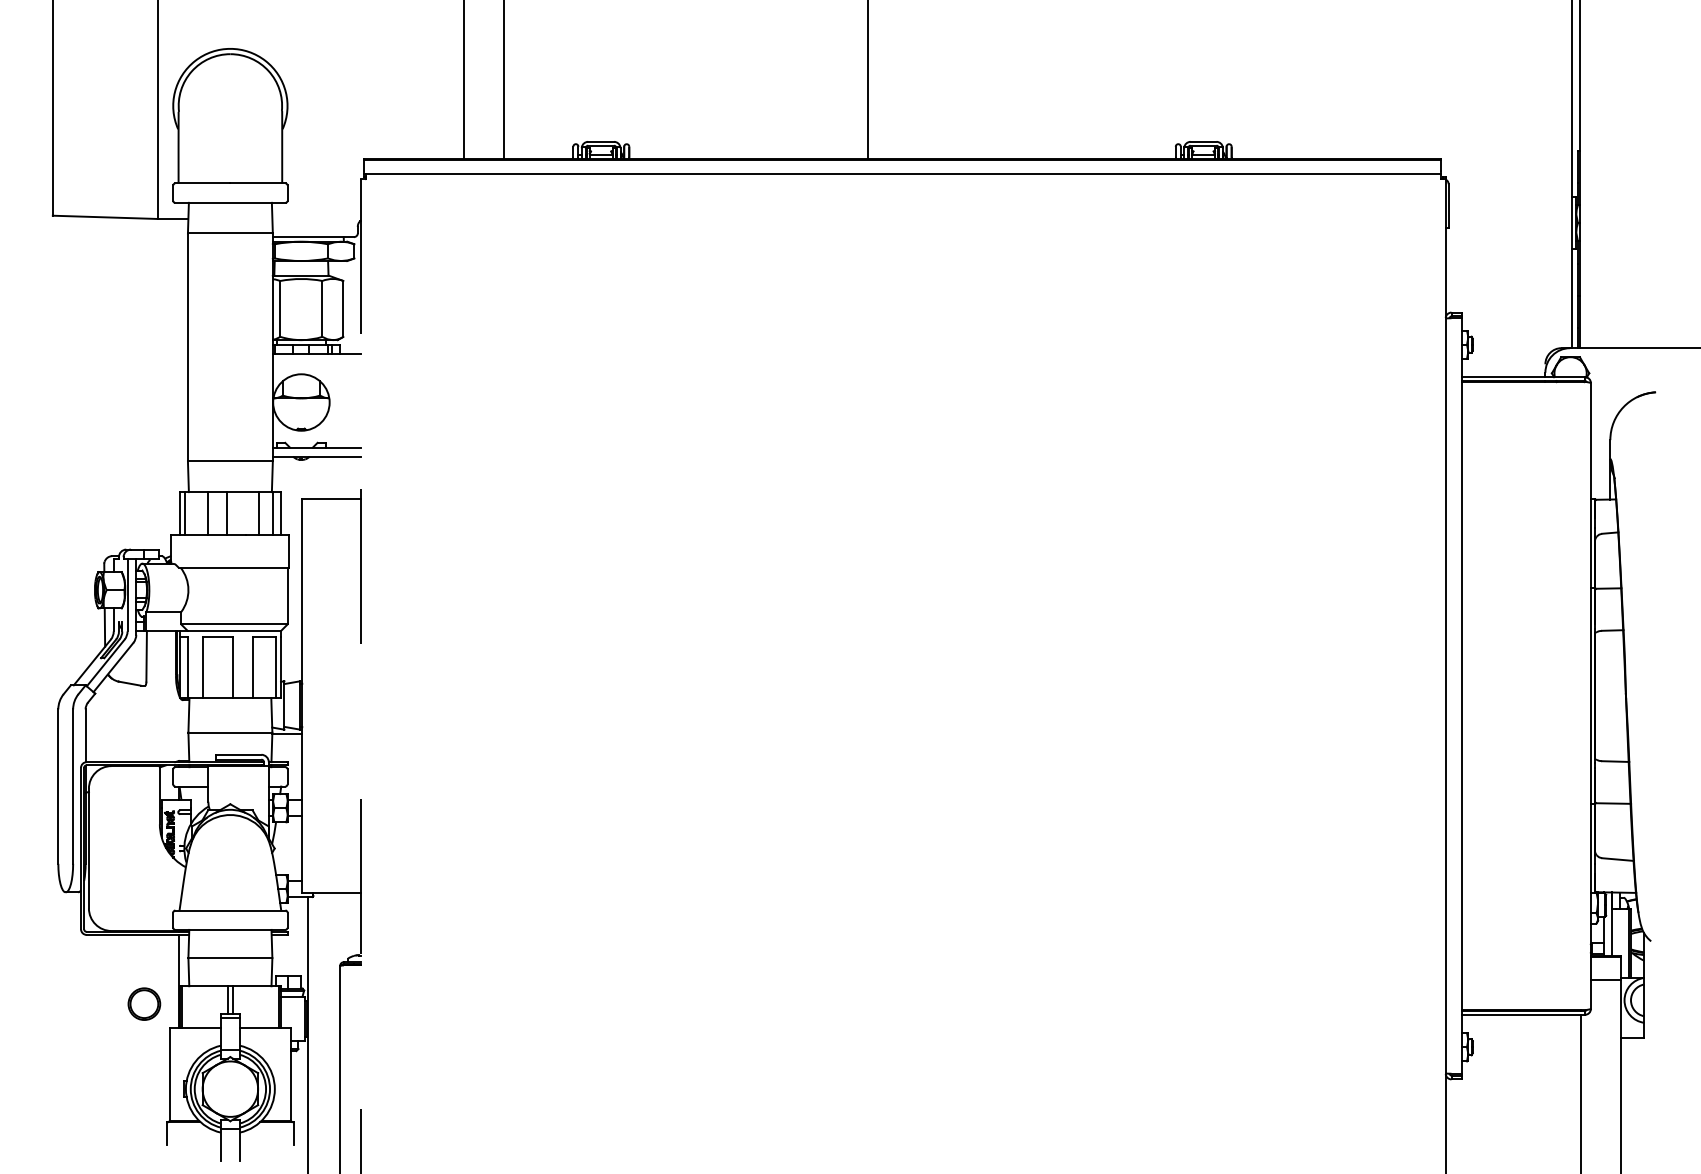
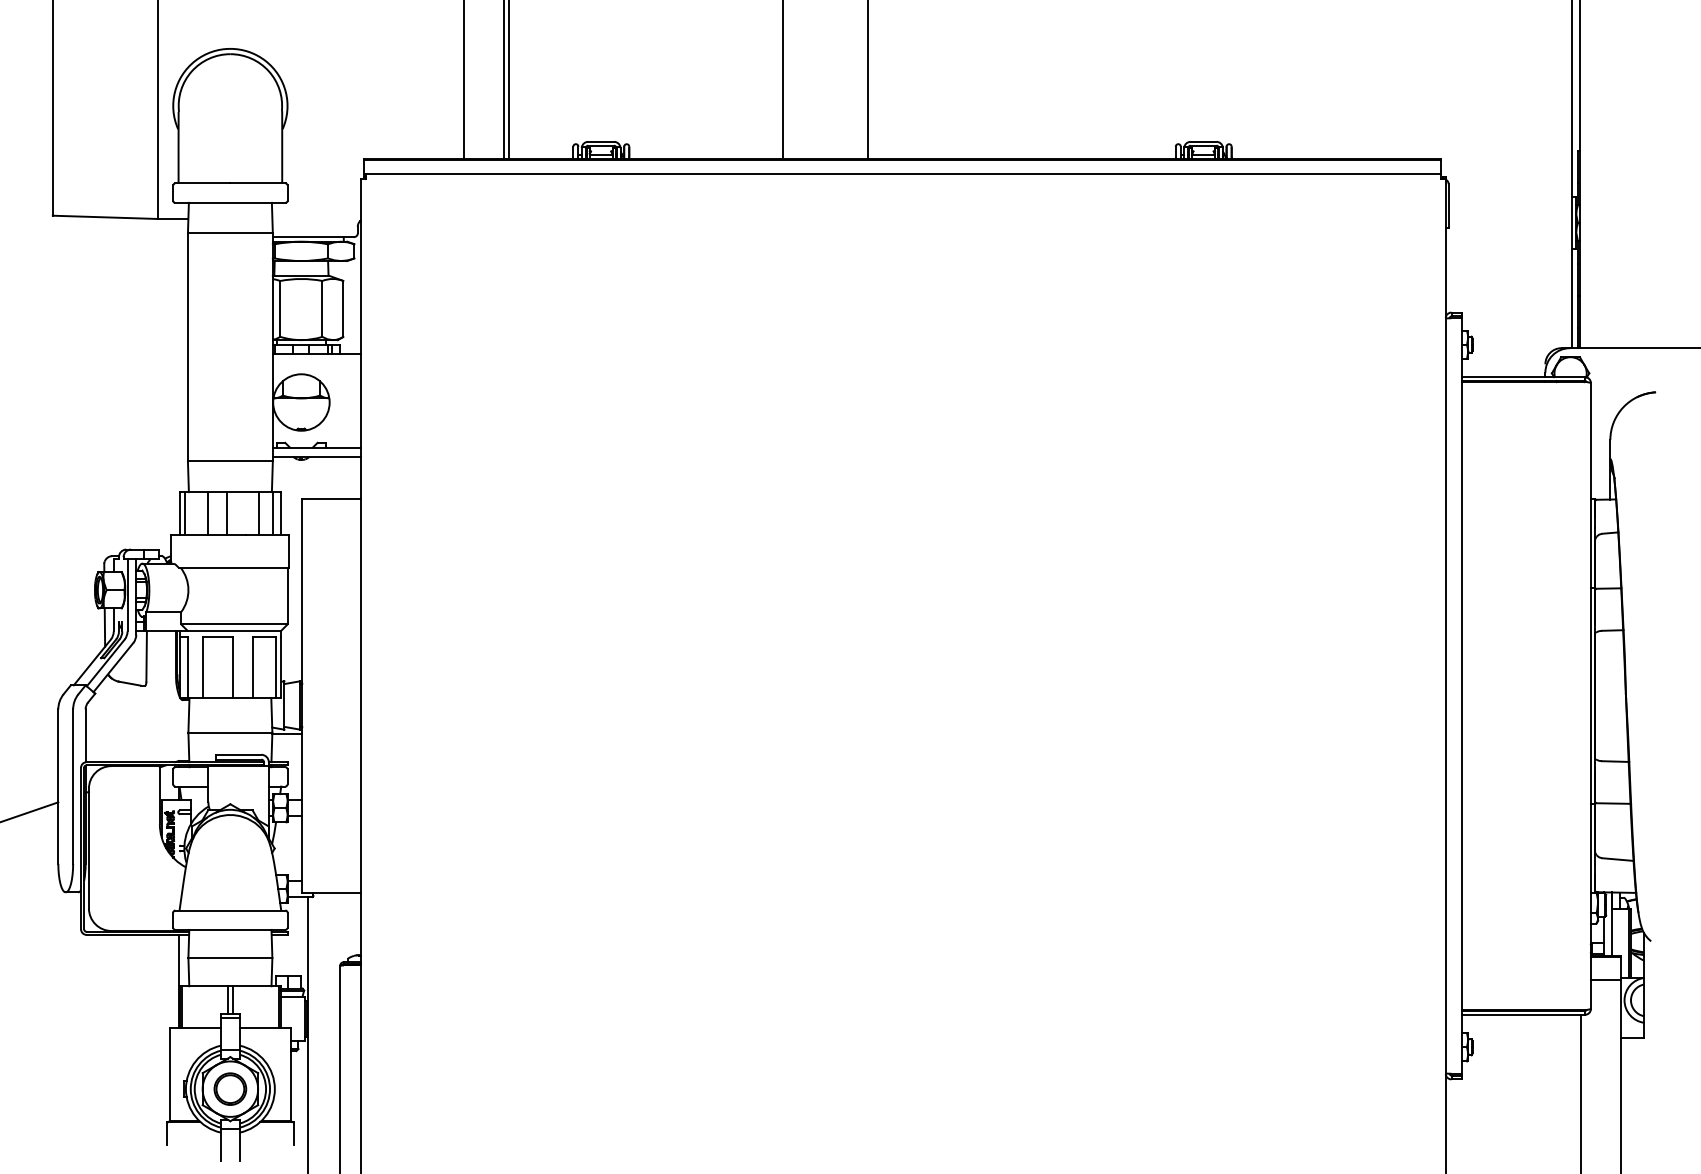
line at (508, 80): none -> present
line at (783, 80): none -> present
line at (360, 676): dashed -> solid
line at (30, 811): none -> present
part at (144, 1003) position: (144, 1003) -> (230, 1088)
